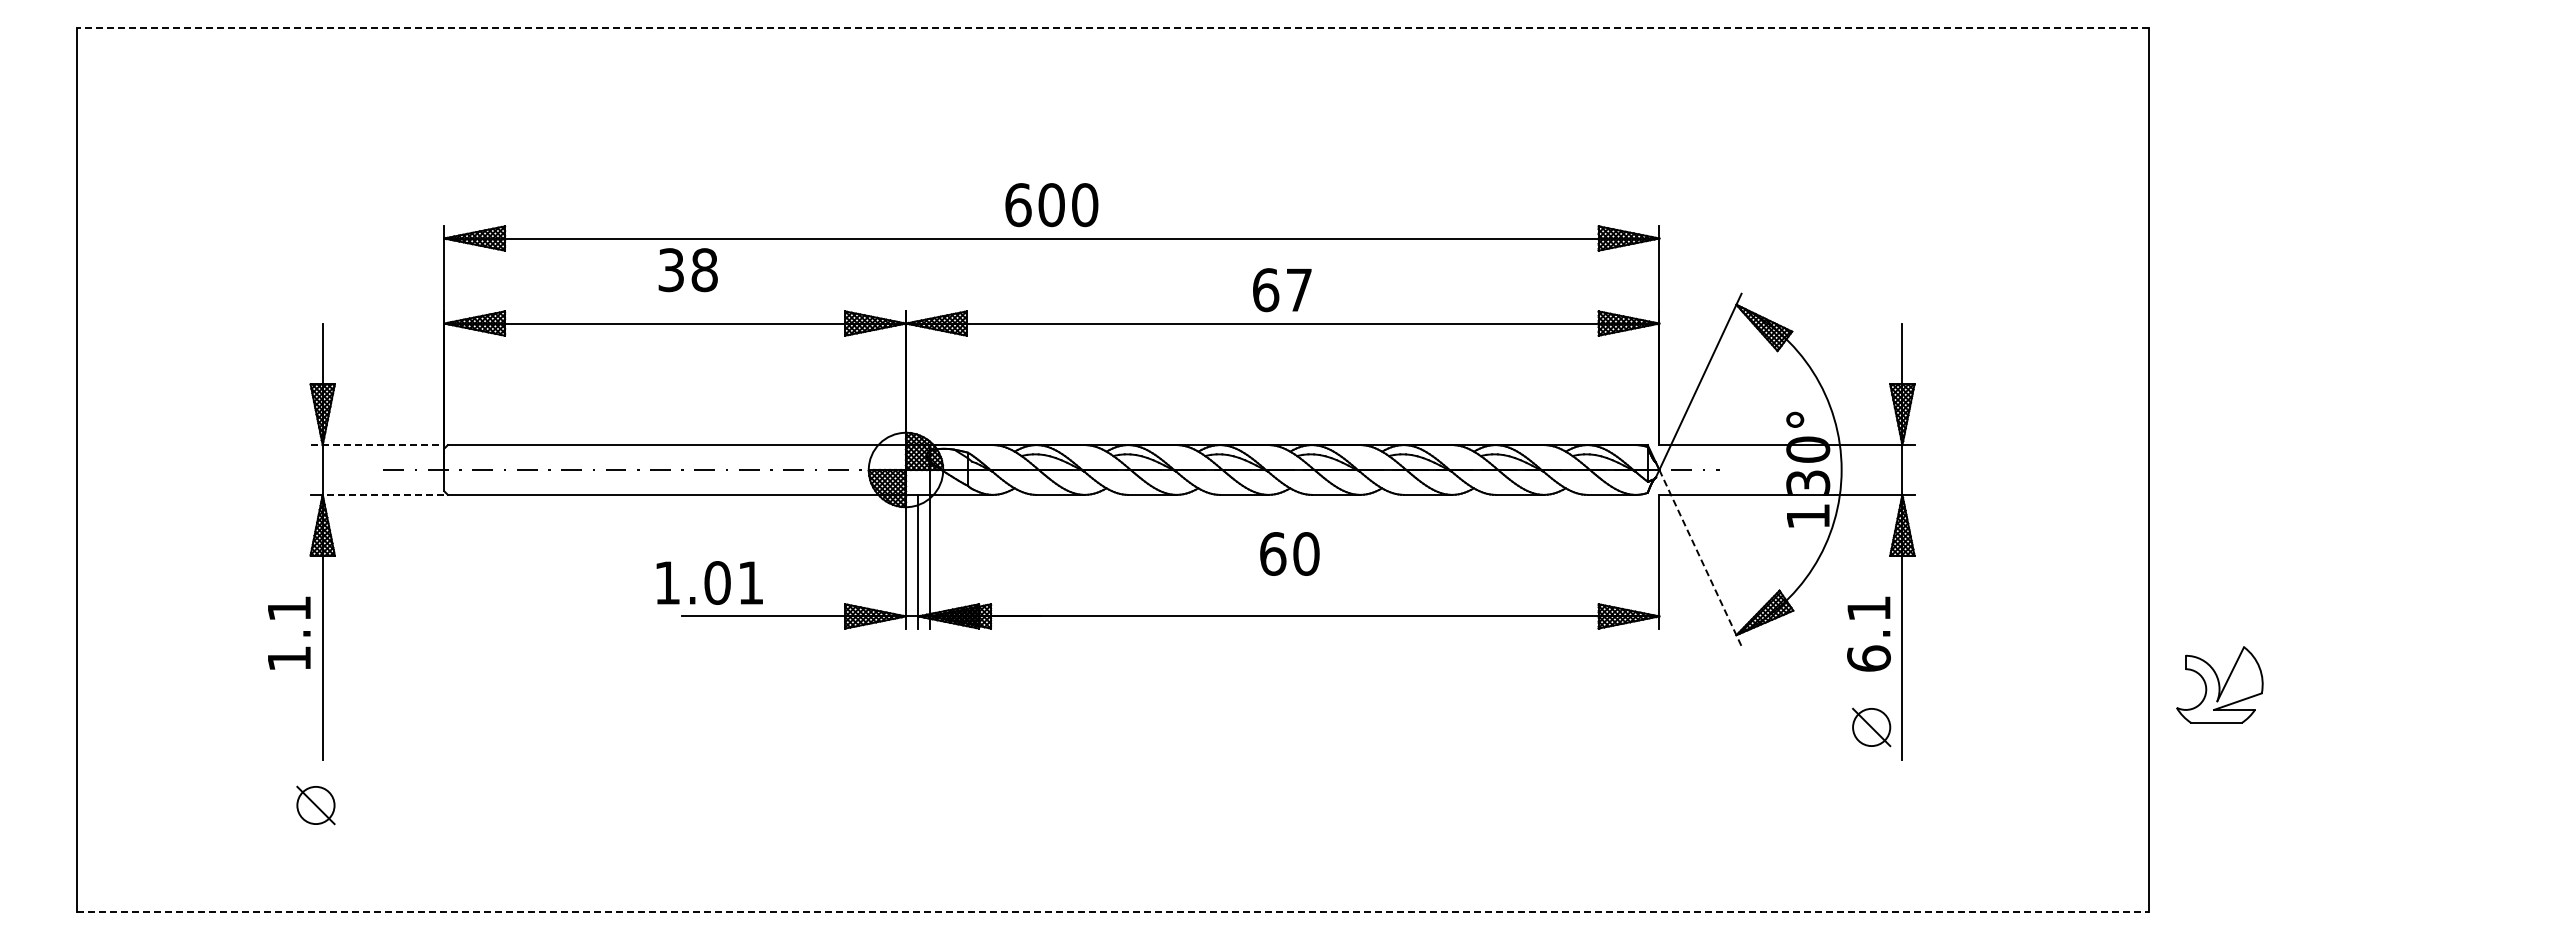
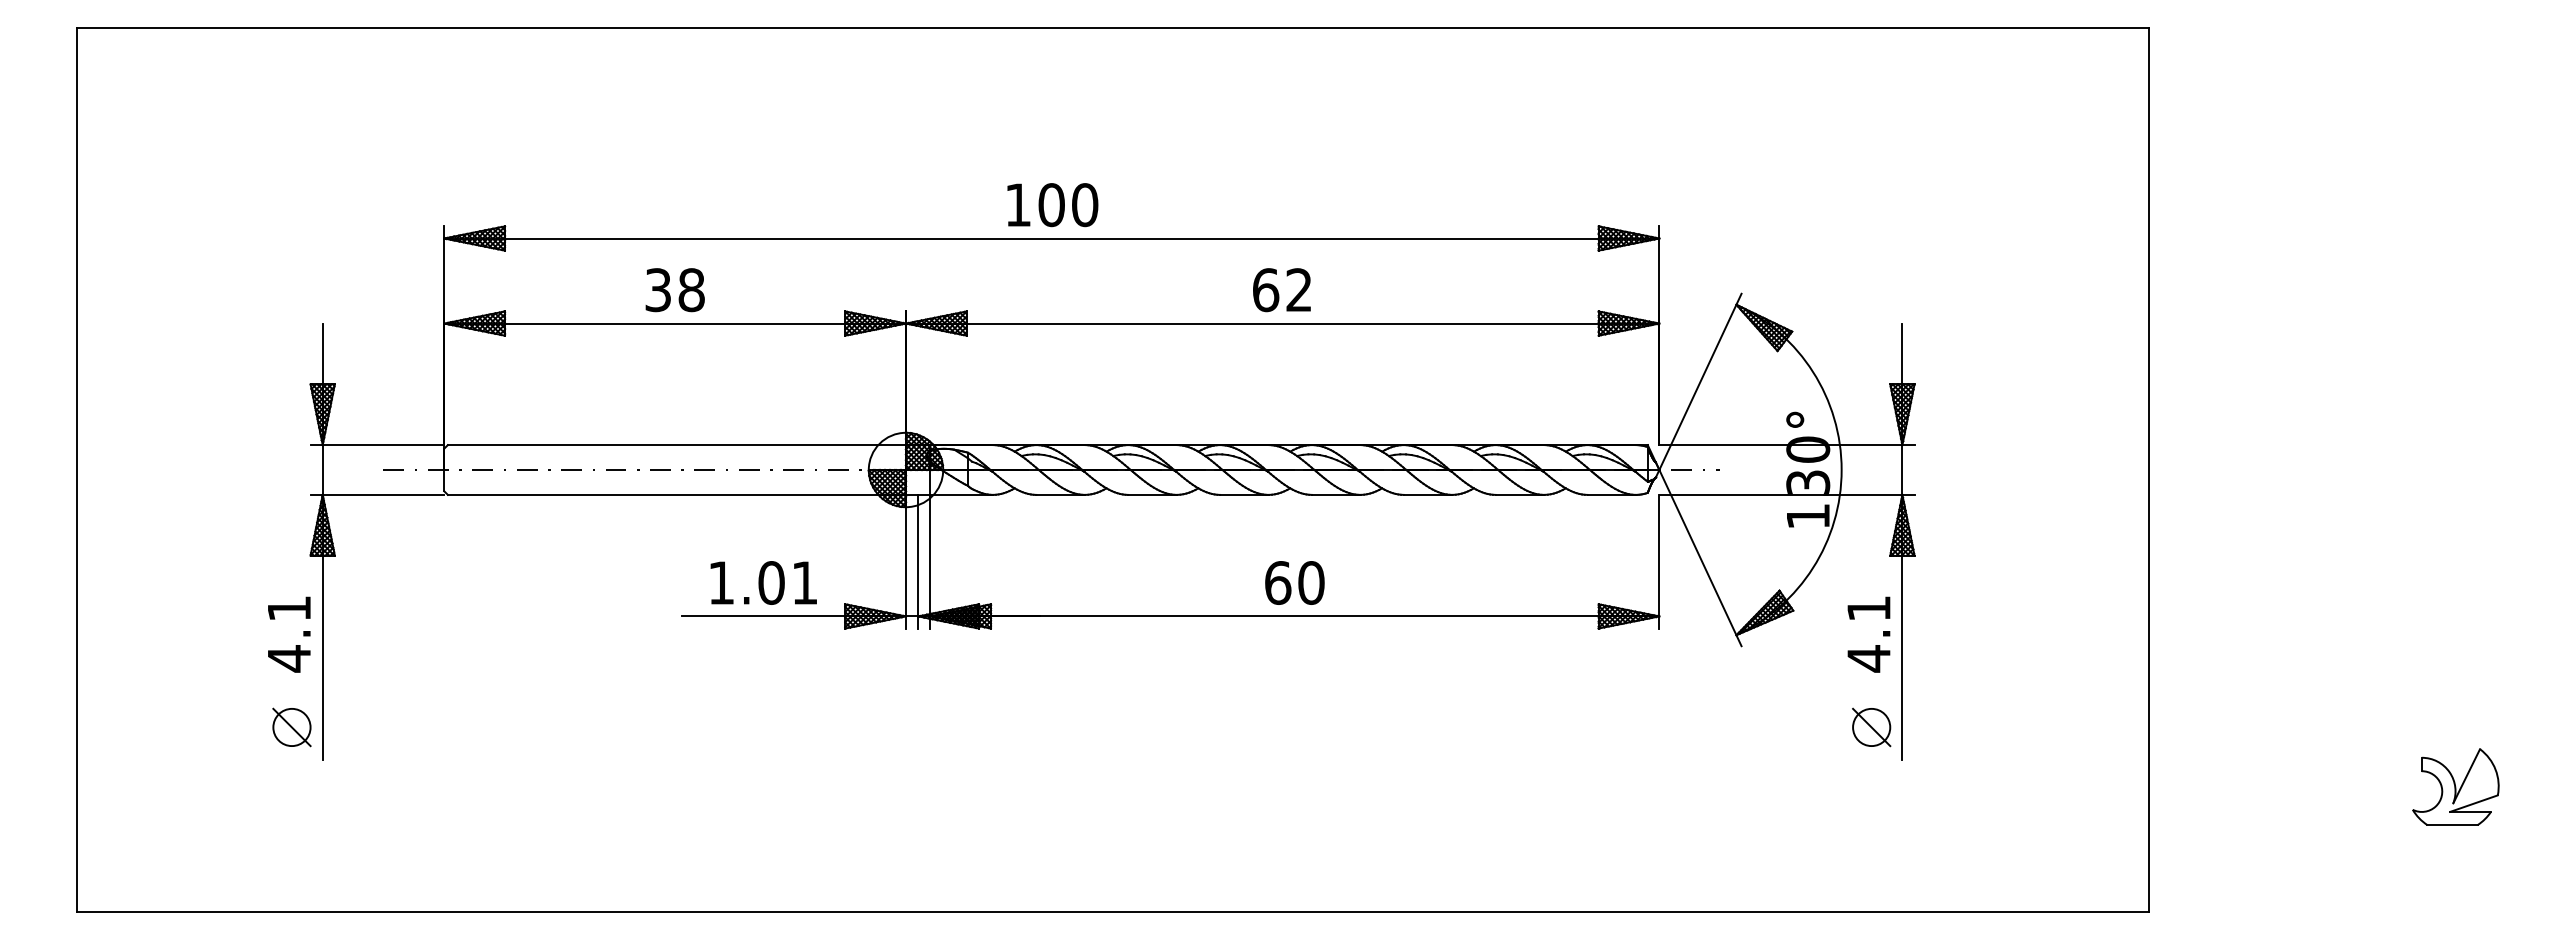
line at (1113, 28): dashed -> solid
text at (1018, 205): 600 -> 100
text at (687, 270) position: (687, 270) -> (674, 290)
text at (1298, 289): 67 -> 62
line at (377, 445): dashed -> solid
line at (383, 494): dashed -> solid
text at (1289, 553) position: (1289, 553) -> (1294, 582)
line at (1700, 558): dashed -> solid
text at (709, 582) position: (709, 582) -> (763, 582)
text at (289, 658): 1.1 -> 4.1
text at (1868, 658): 6.1 -> 4.1
part at (2219, 684) position: (2219, 684) -> (2455, 786)
part at (315, 805) position: (315, 805) -> (291, 727)
line at (1113, 911): dashed -> solid
